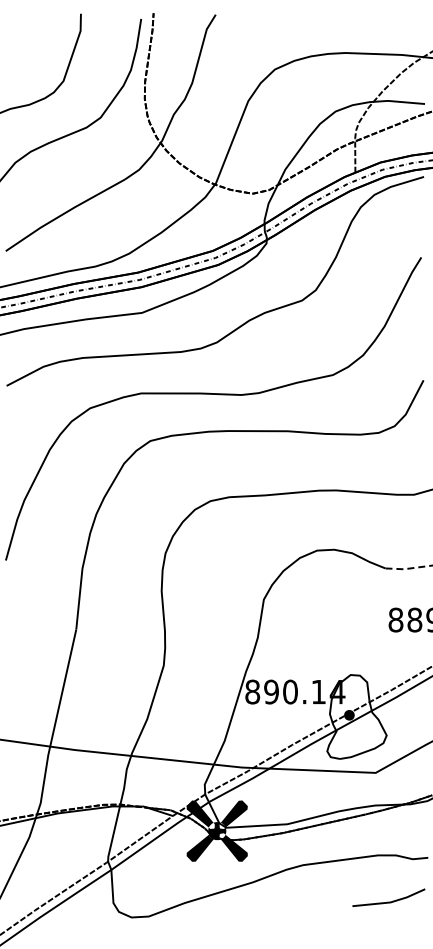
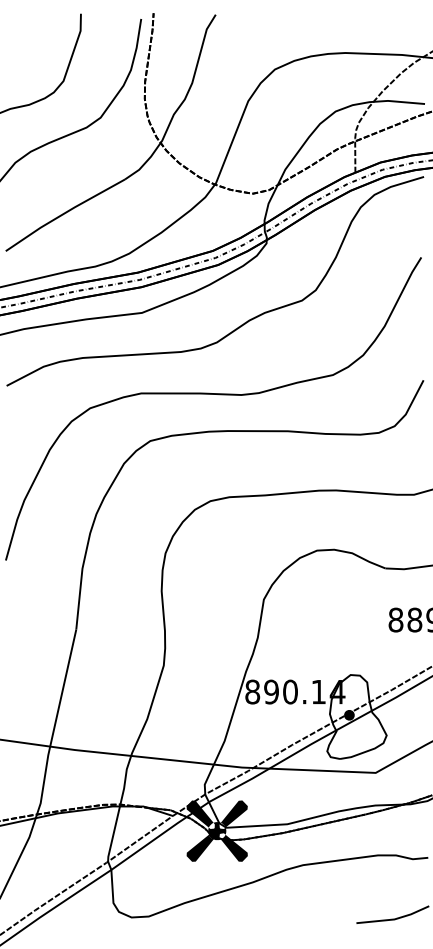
line at (409, 568): dashed -> solid
line at (388, 901) position: (388, 901) -> (392, 918)
